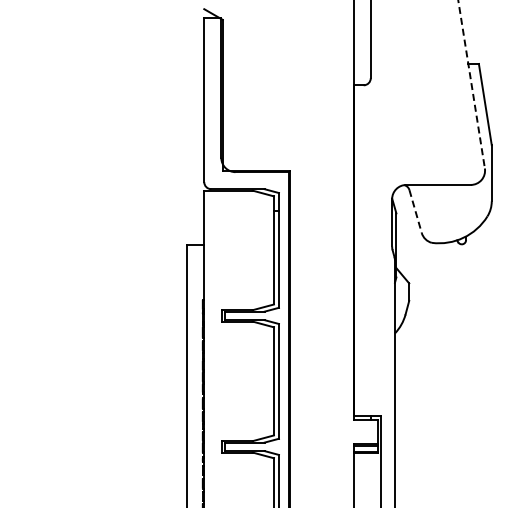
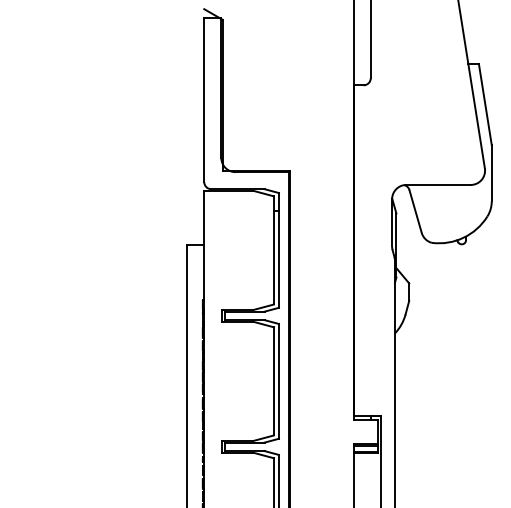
line at (471, 84): dashed -> solid
line at (415, 212): dashed -> solid
